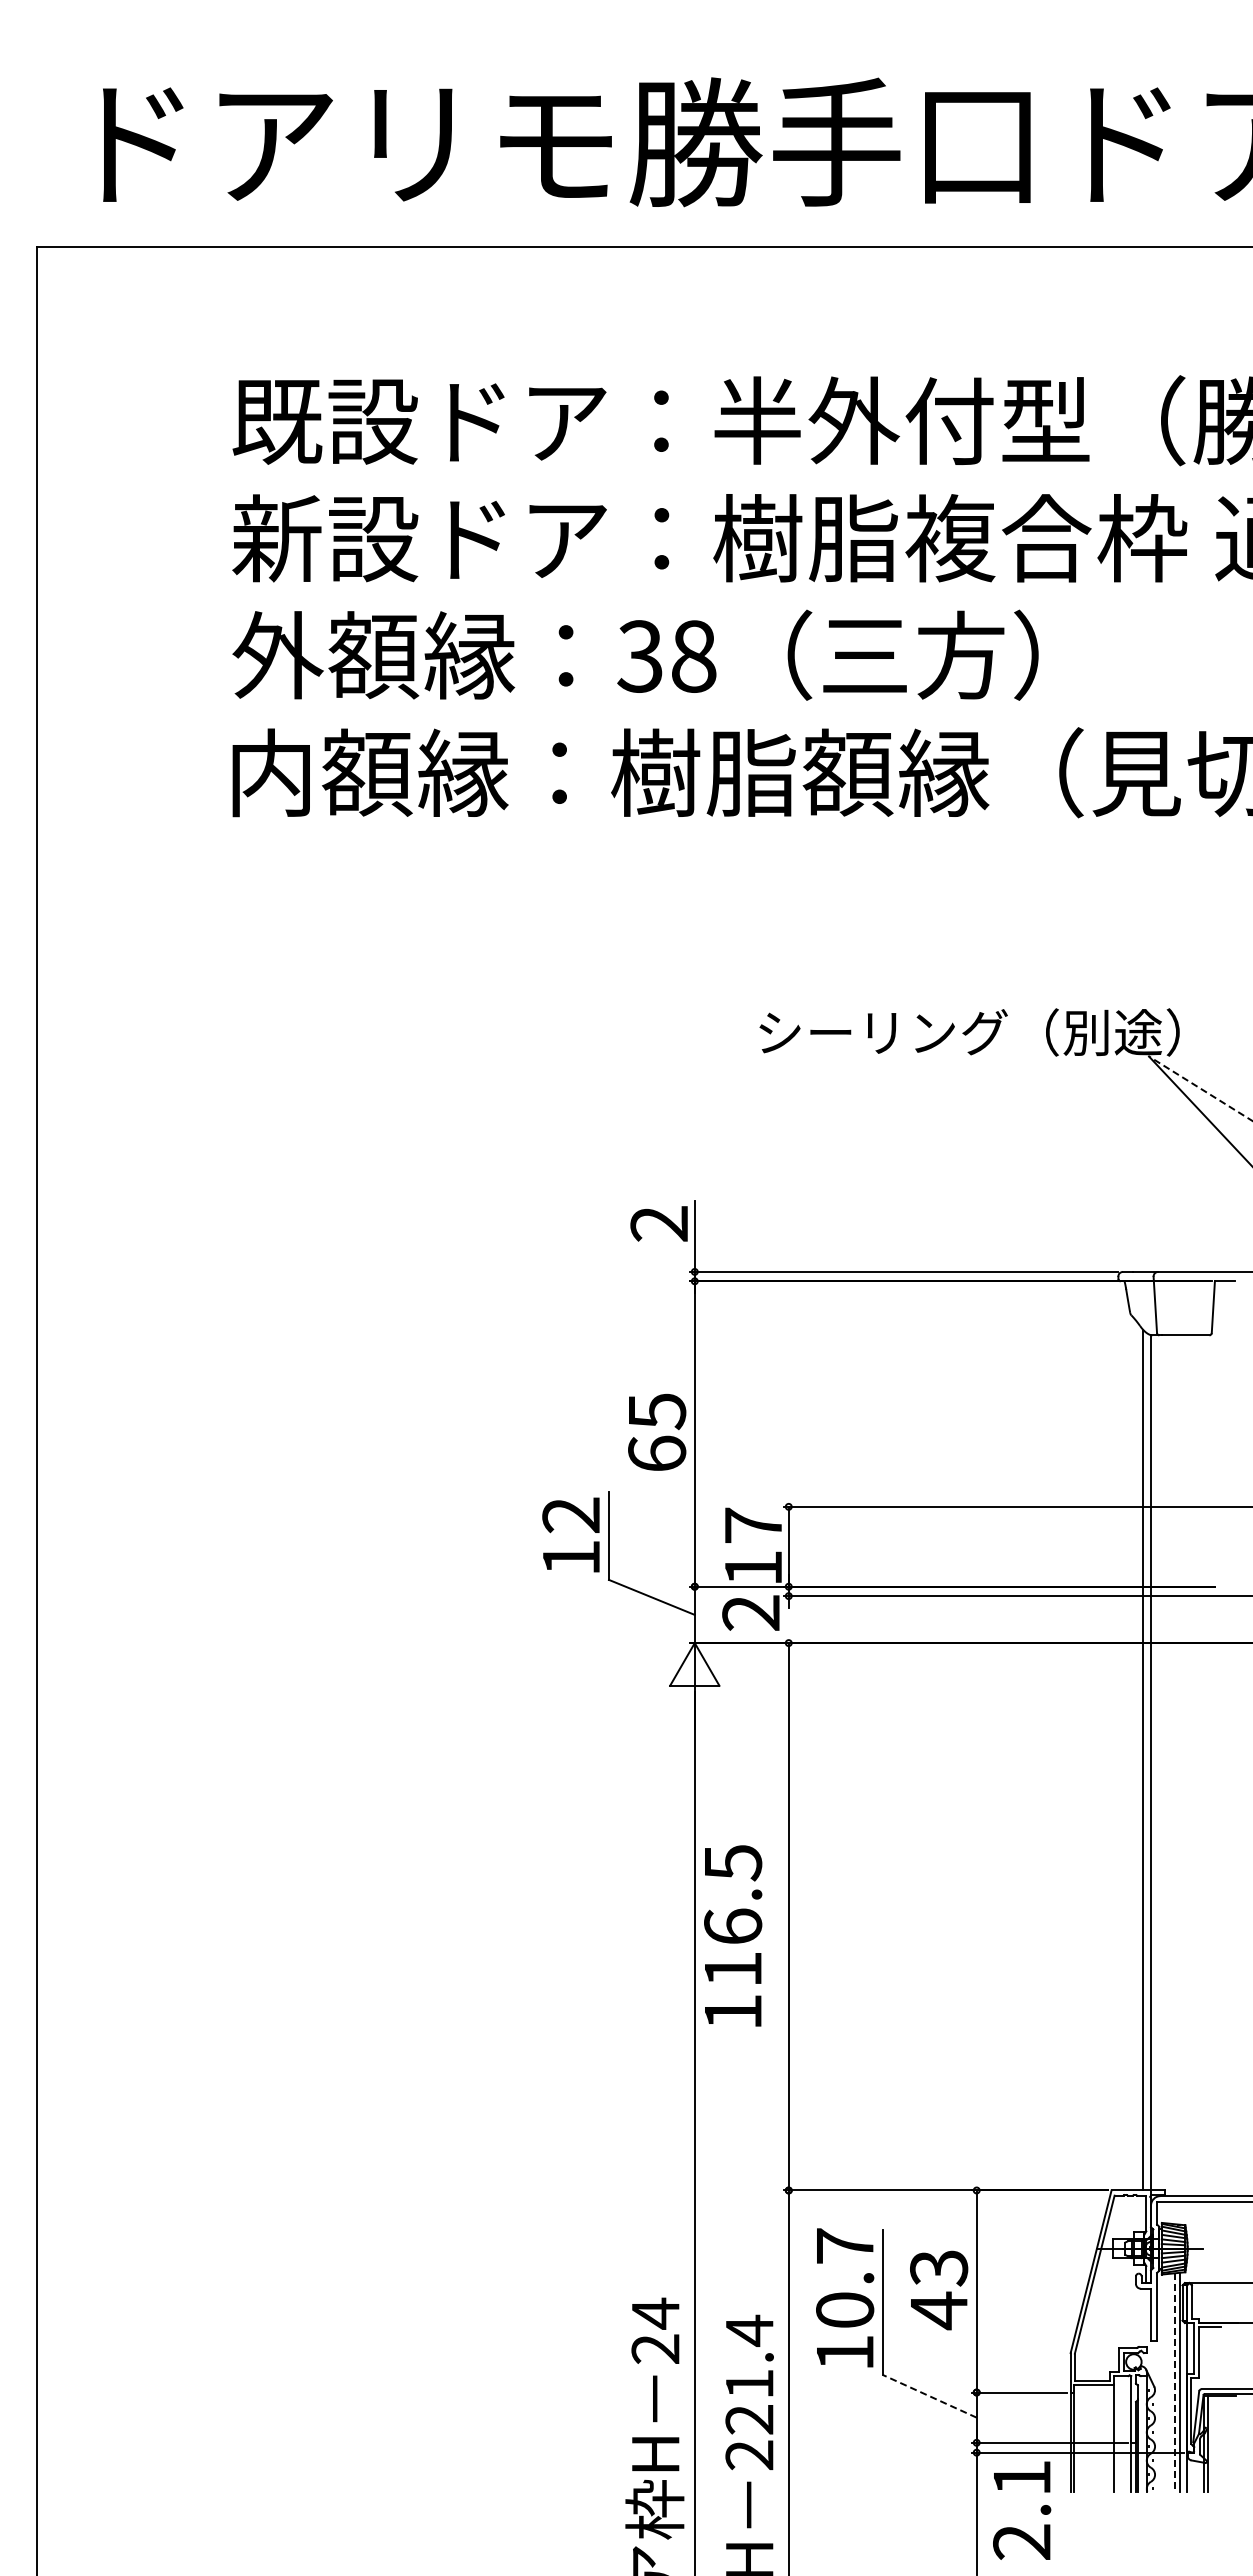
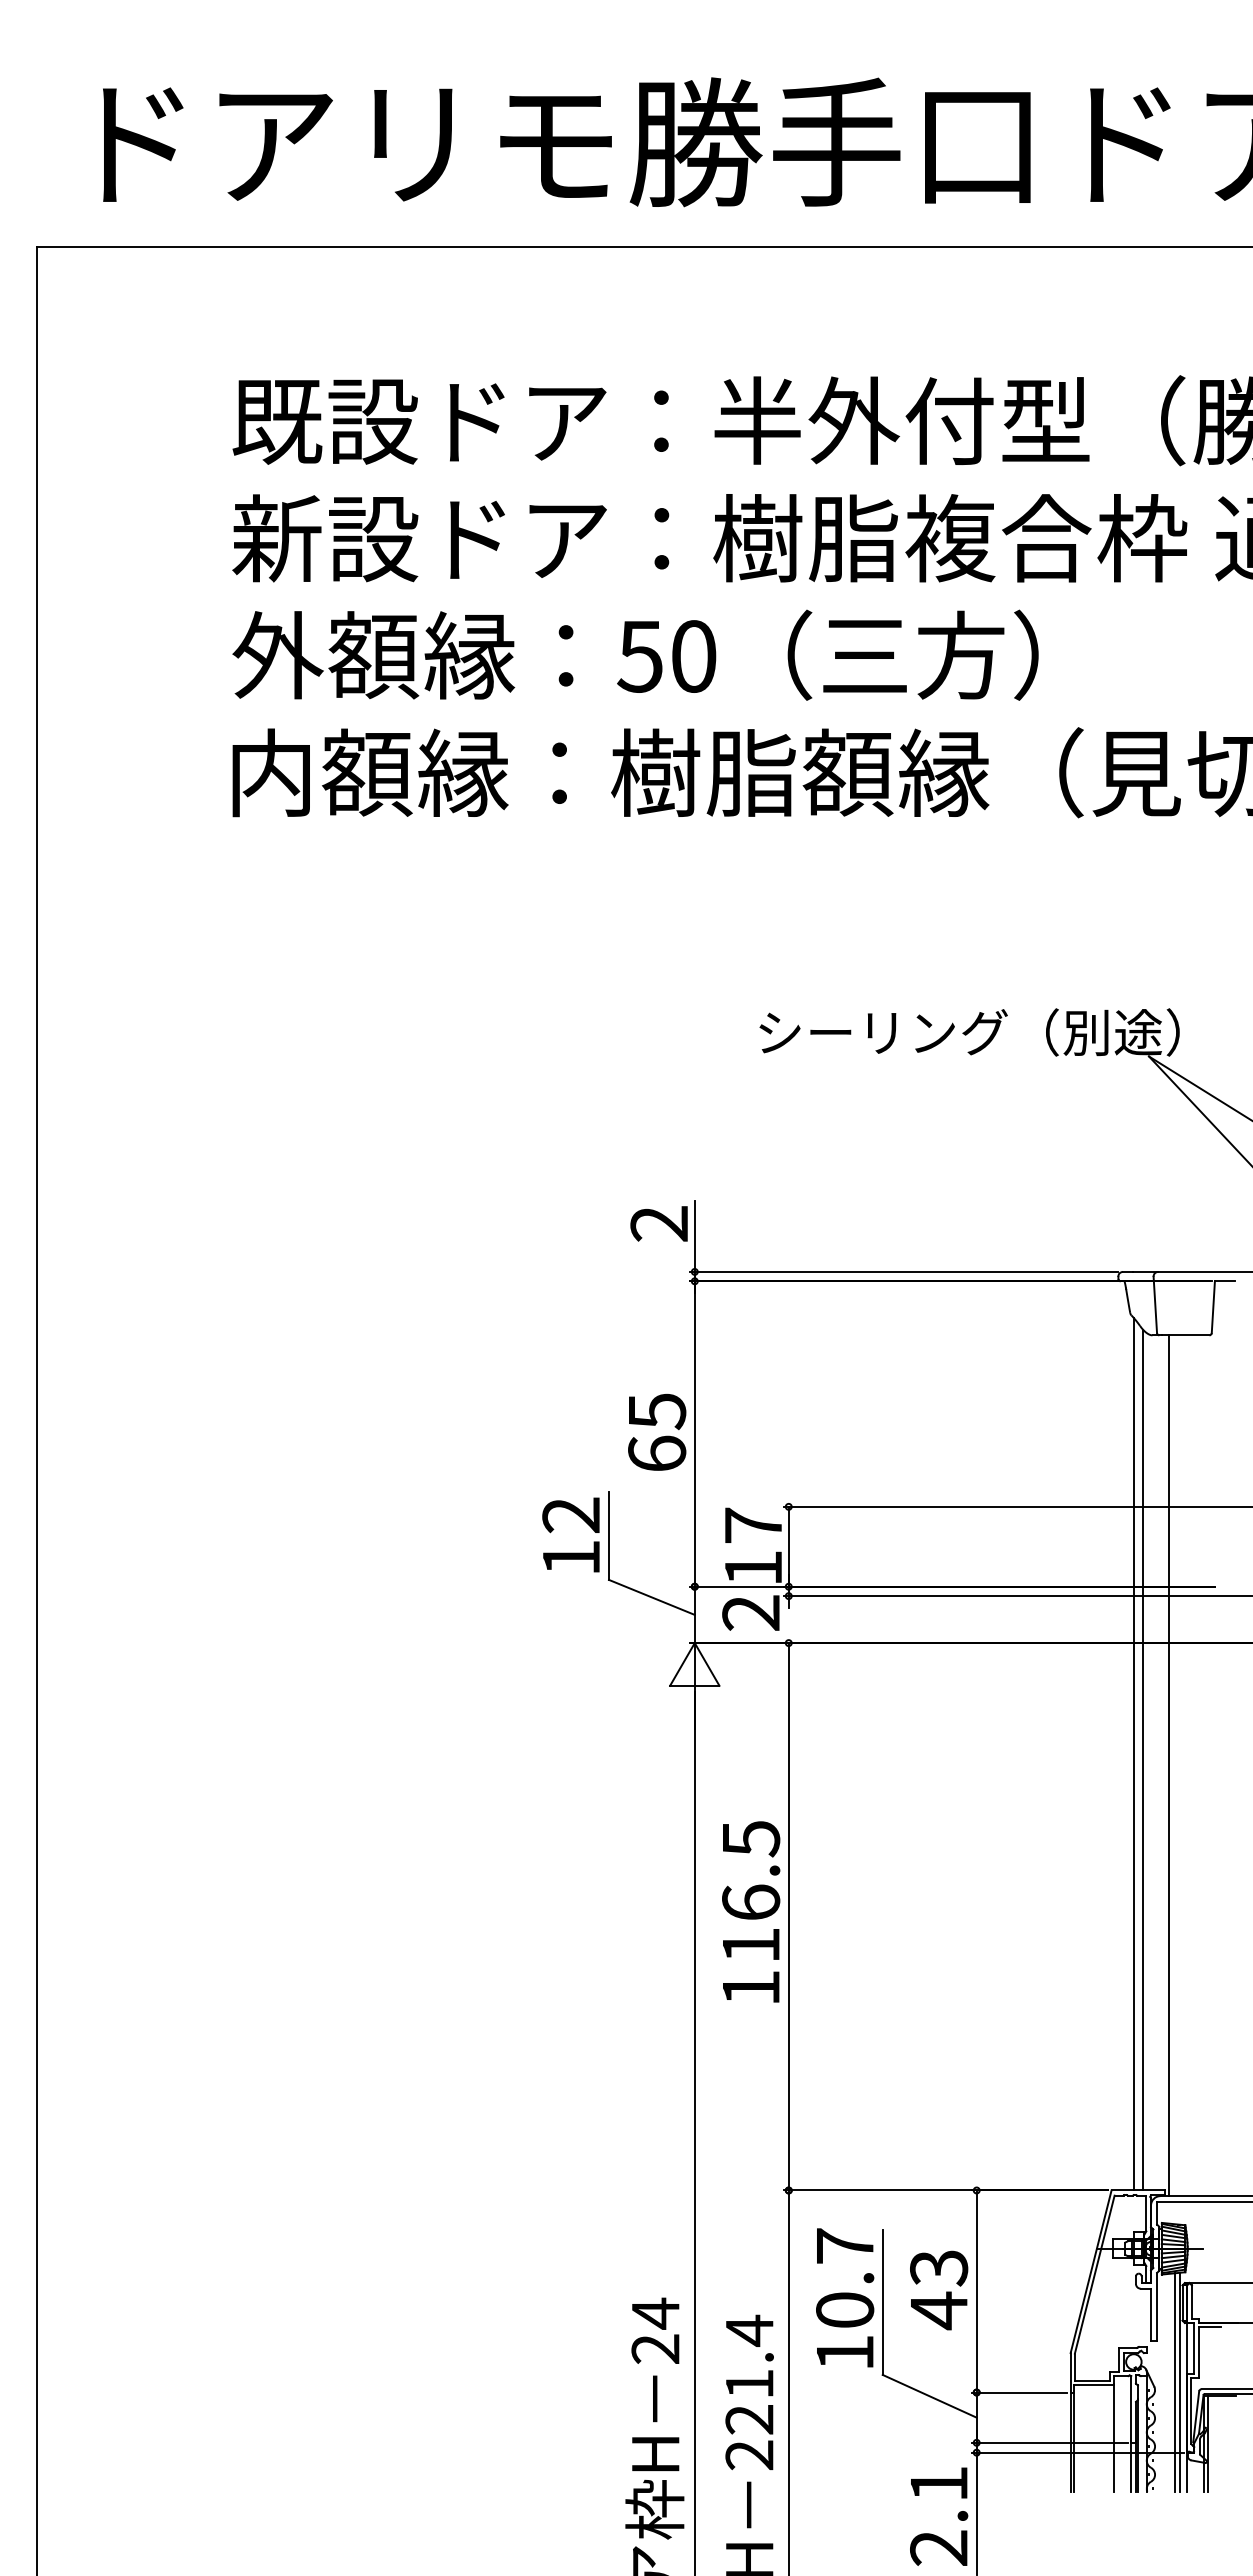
text at (666, 656): 38 -> 50
line at (1200, 1088): dashed -> solid
line at (1134, 1754): none -> present
line at (1151, 1765) position: (1151, 1765) -> (1169, 1765)
text at (733, 1935) position: (733, 1935) -> (751, 1911)
line at (1174, 2382): dashed -> solid
line at (929, 2396): dashed -> solid
text at (1022, 2510) position: (1022, 2510) -> (939, 2516)
